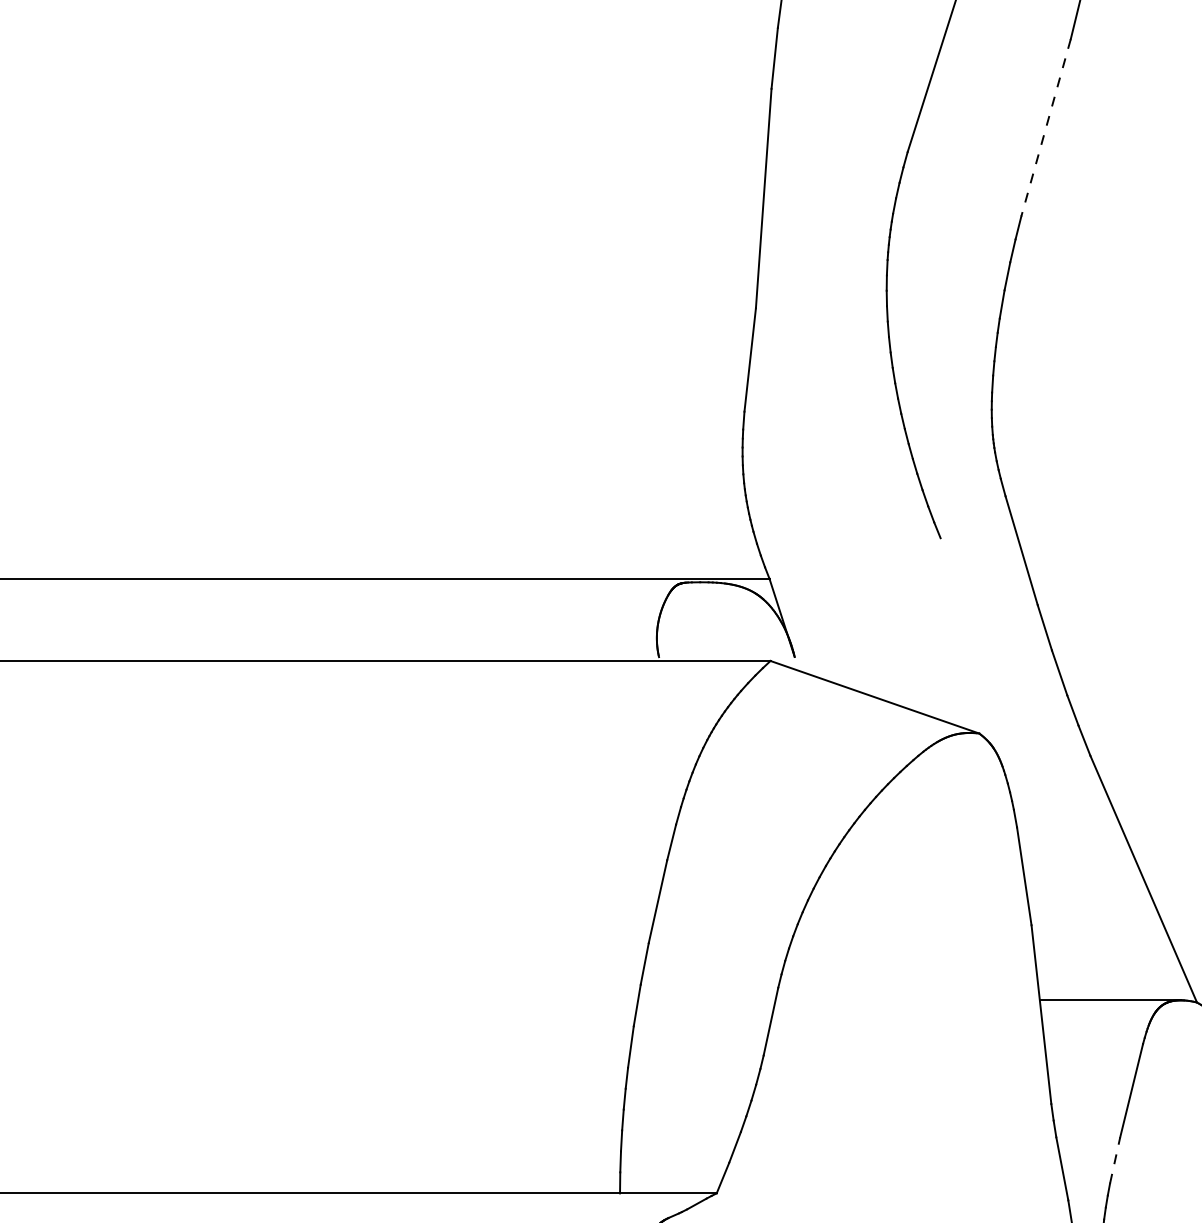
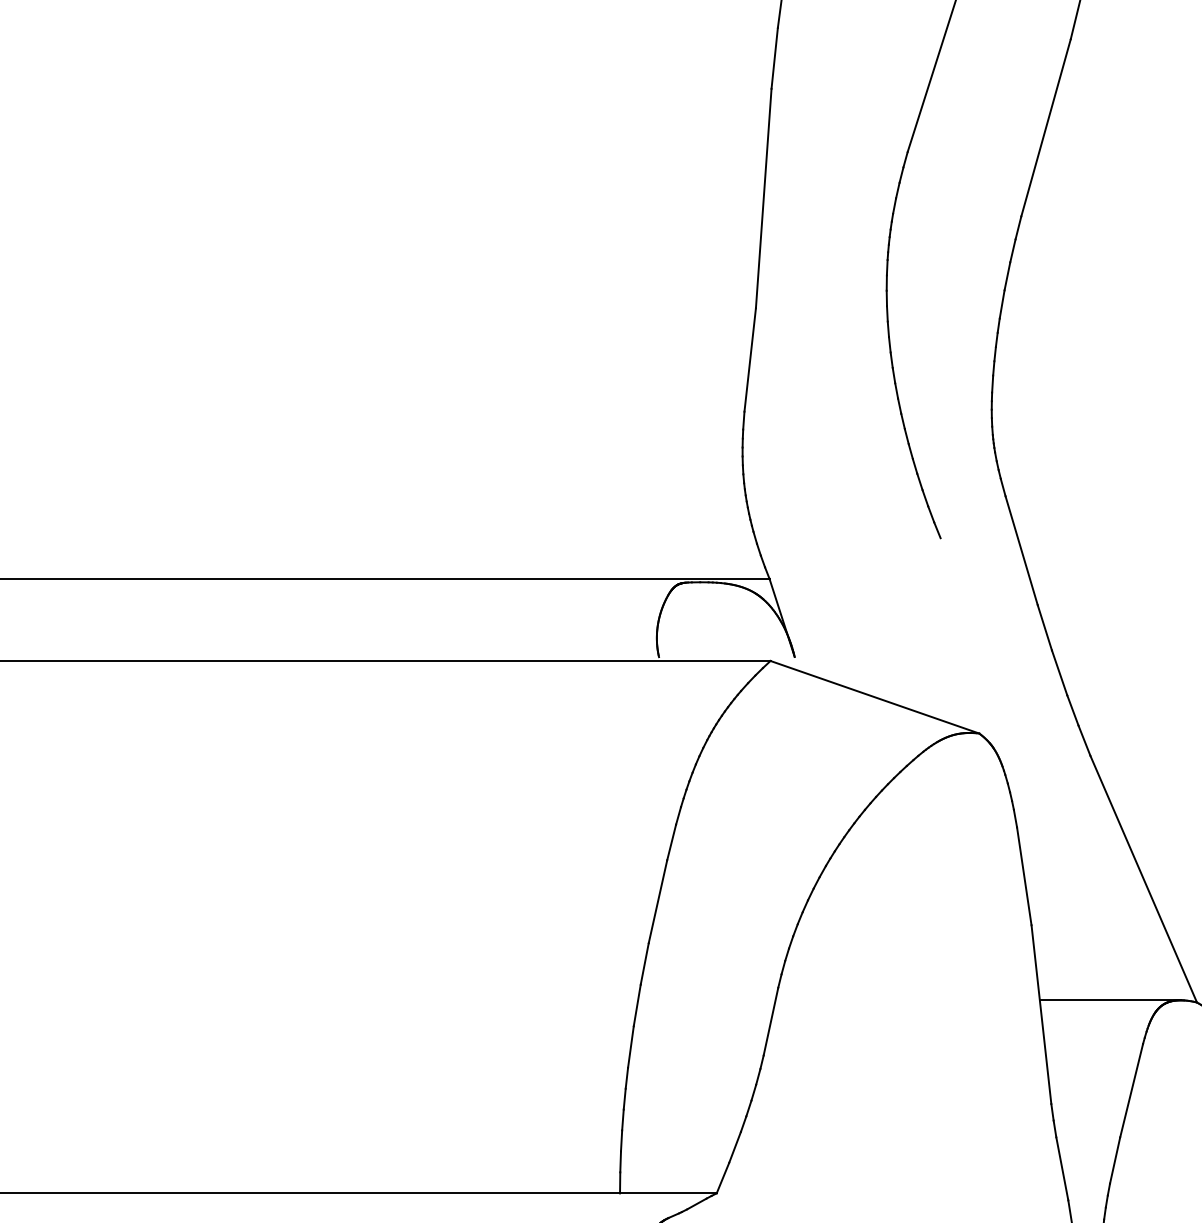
line at (1045, 128): dashed -> solid
line at (1115, 1160): dashed -> solid
